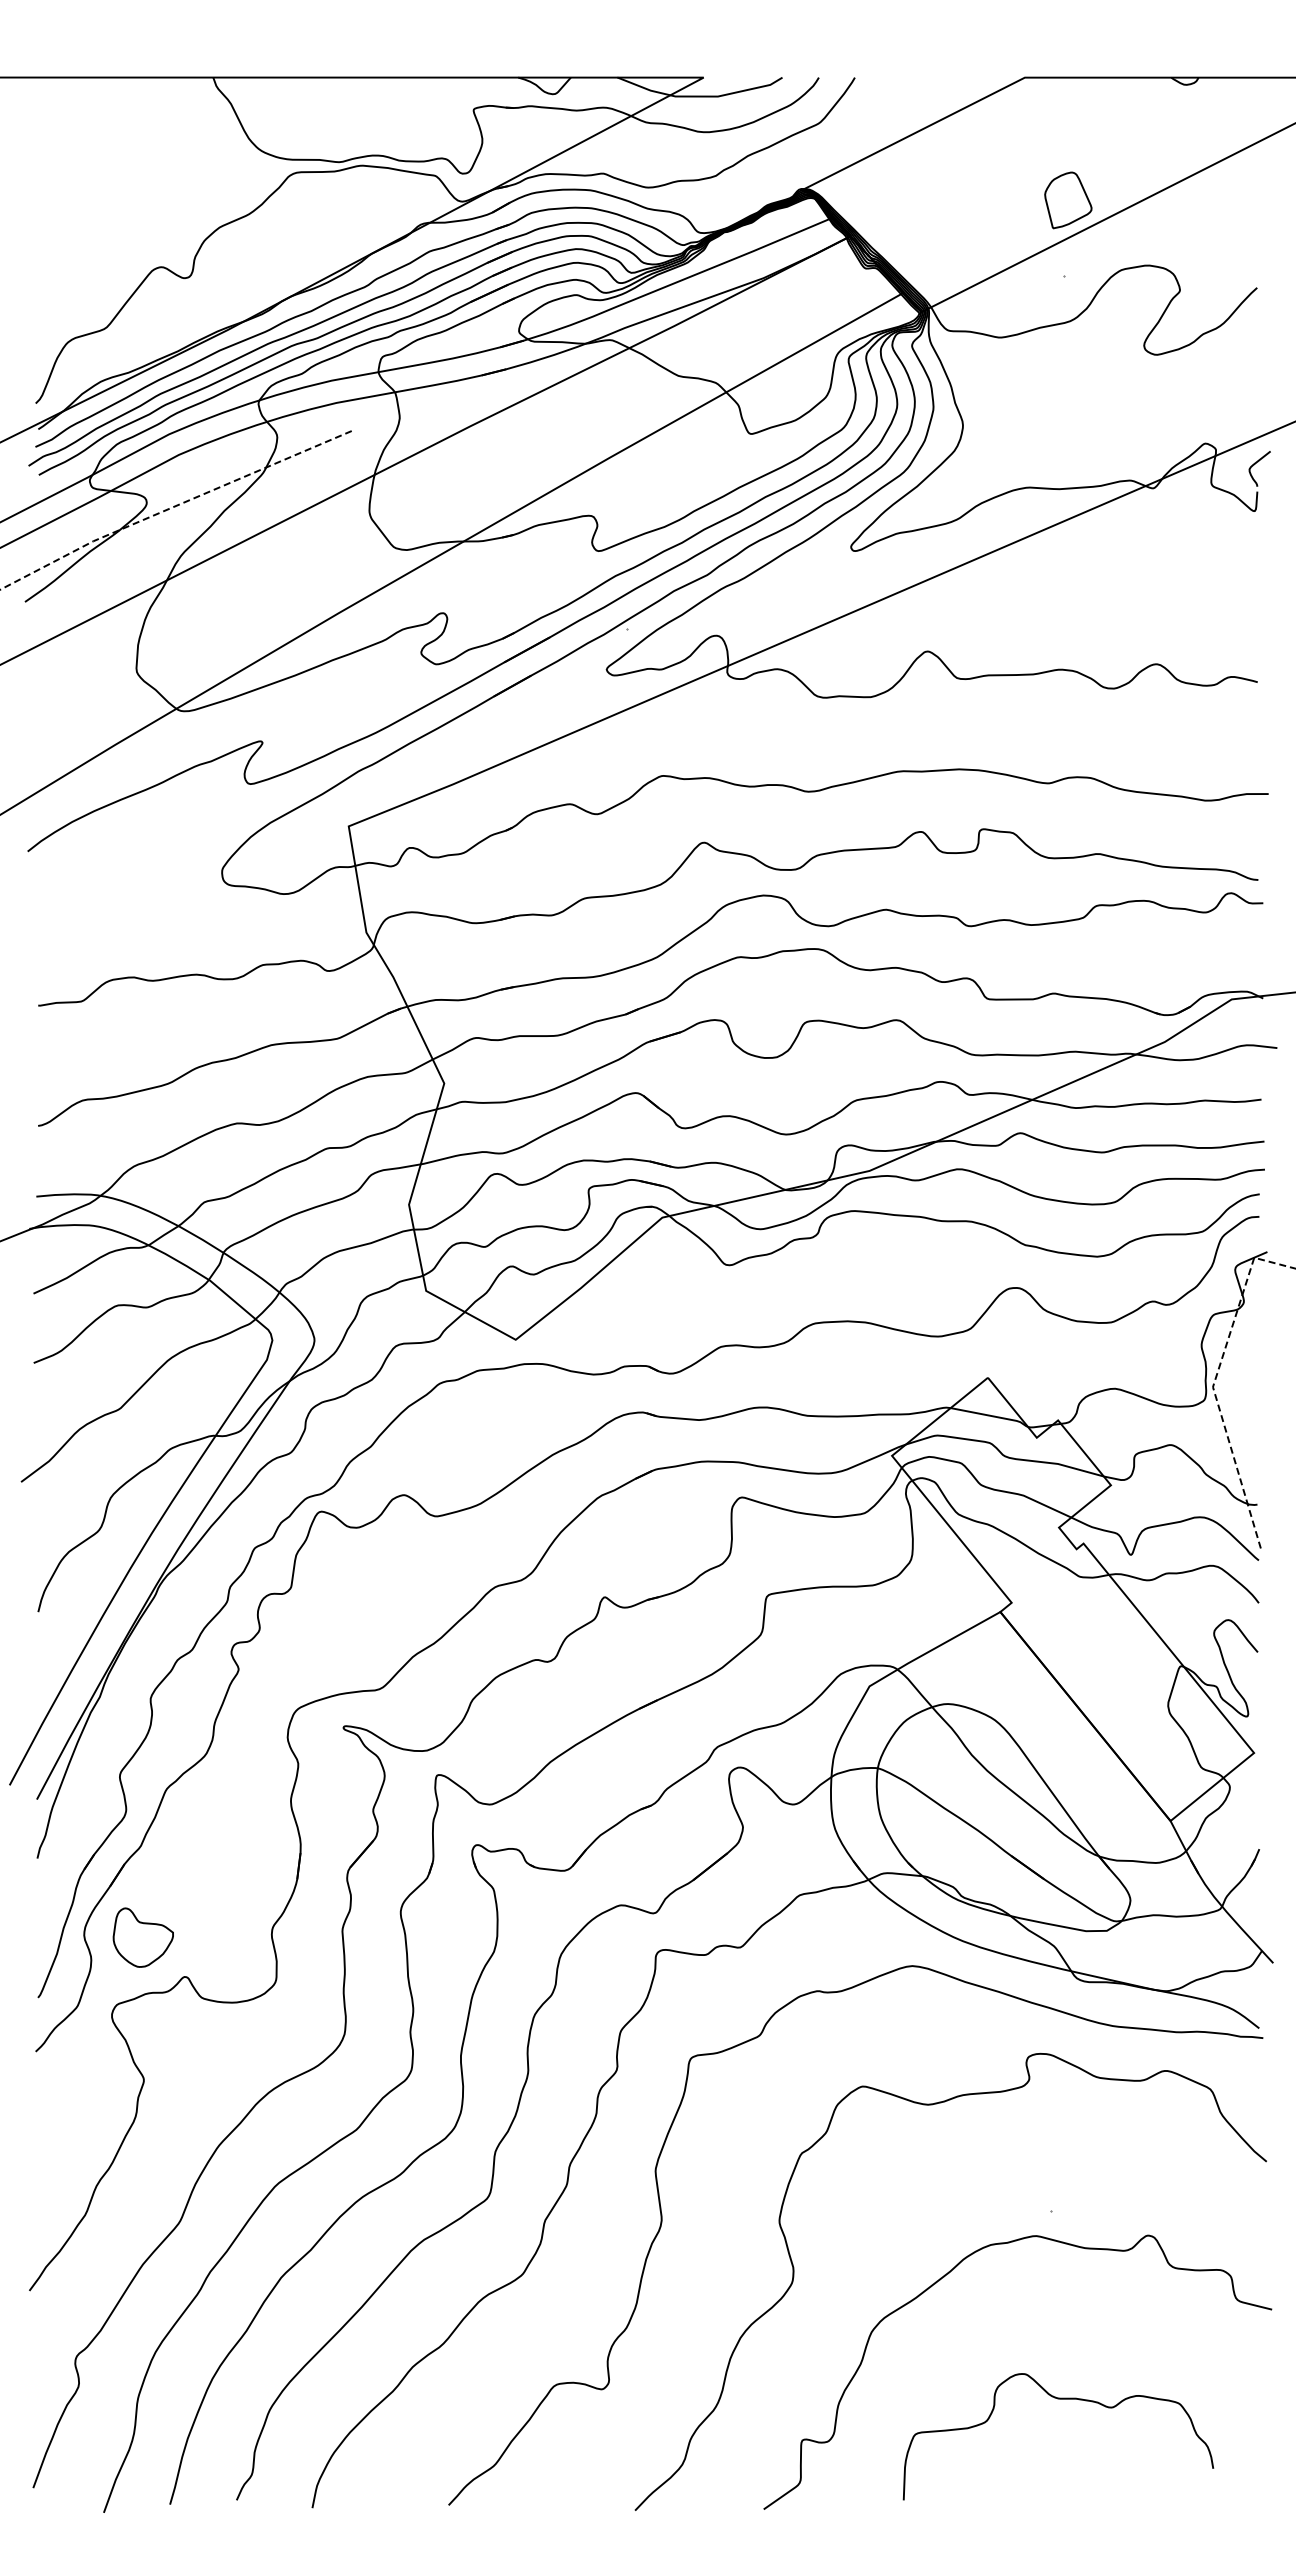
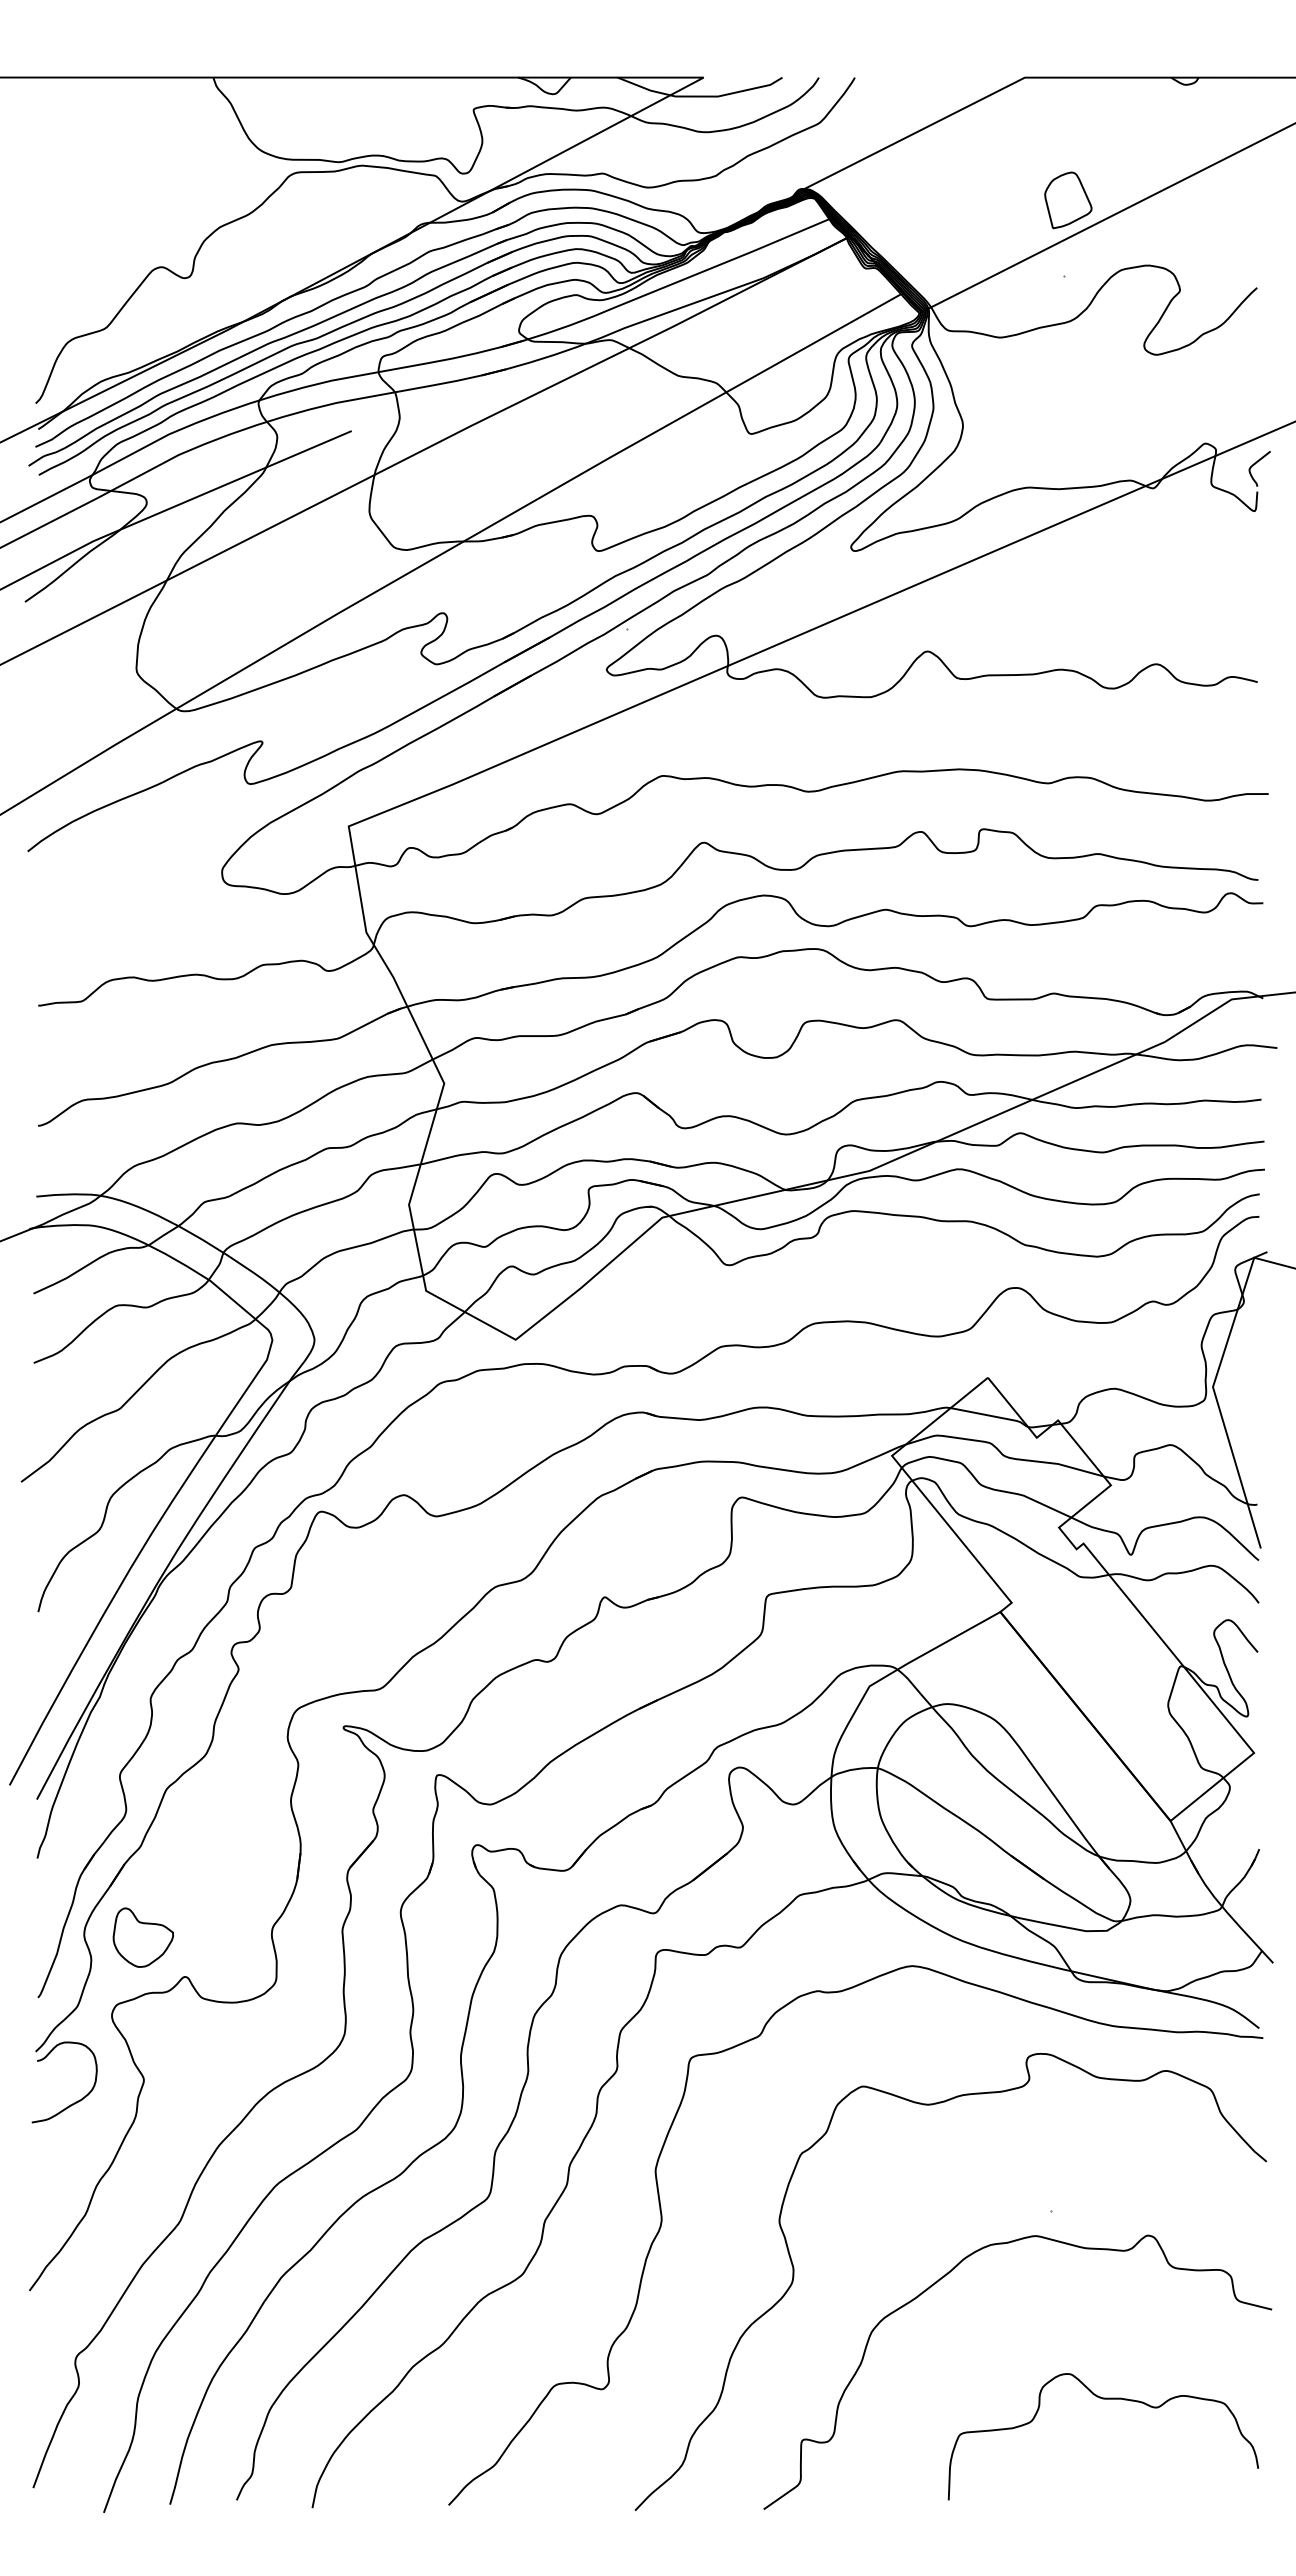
line at (173, 507): dashed -> solid
line at (1214, 1382): dashed -> solid
curve at (77, 2100): none -> present
curve at (1058, 2399) position: (1058, 2399) -> (1103, 2399)
